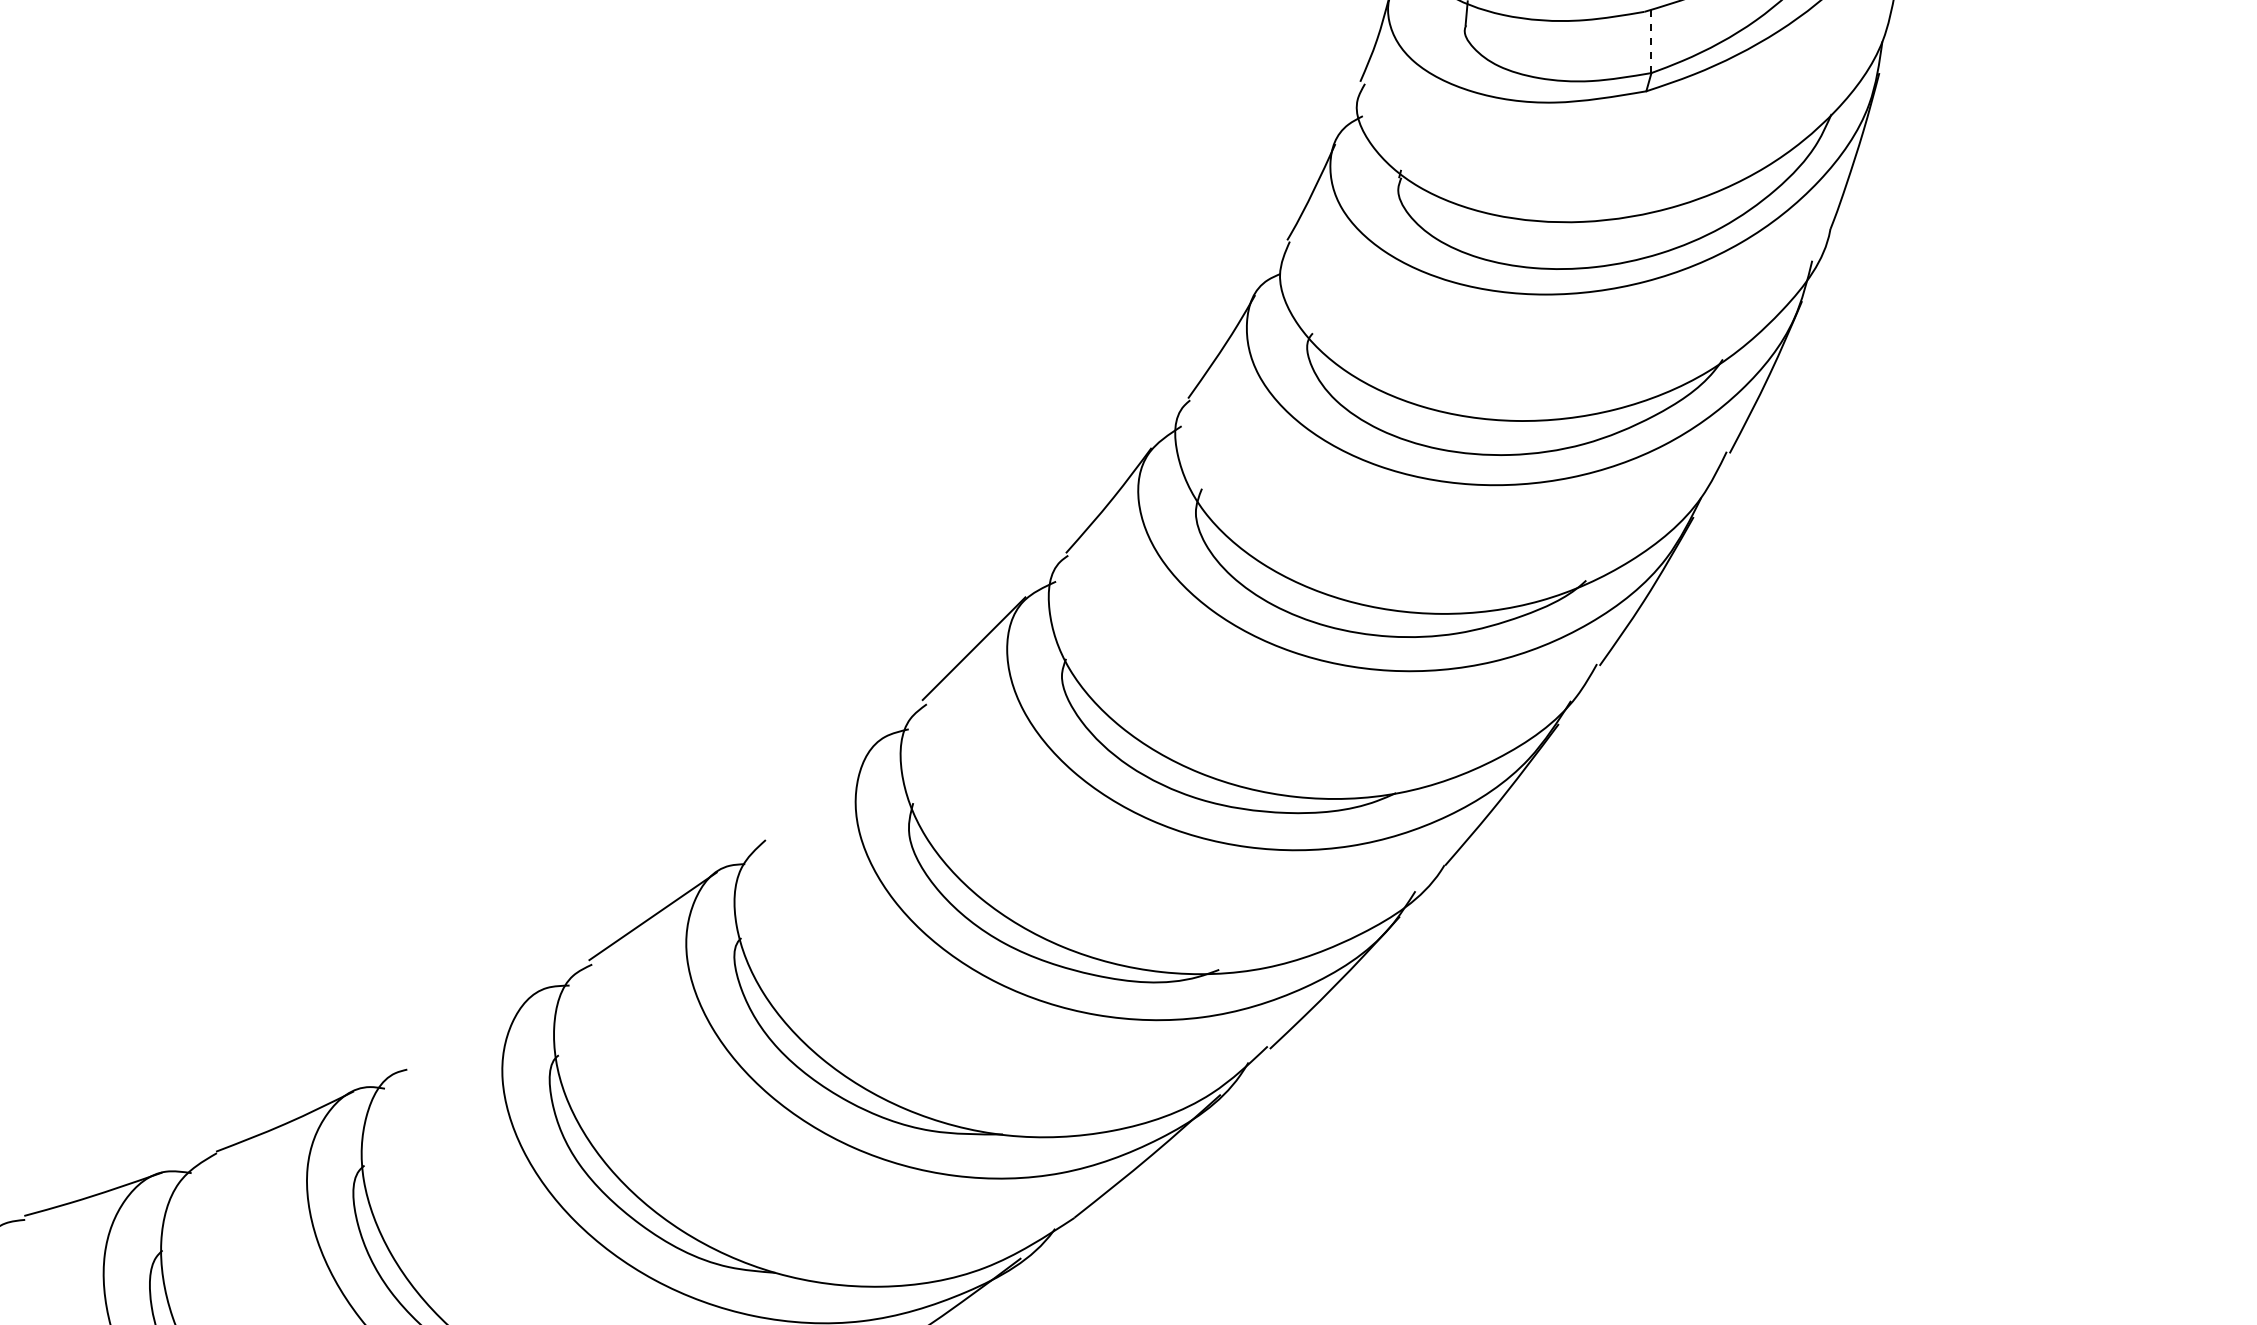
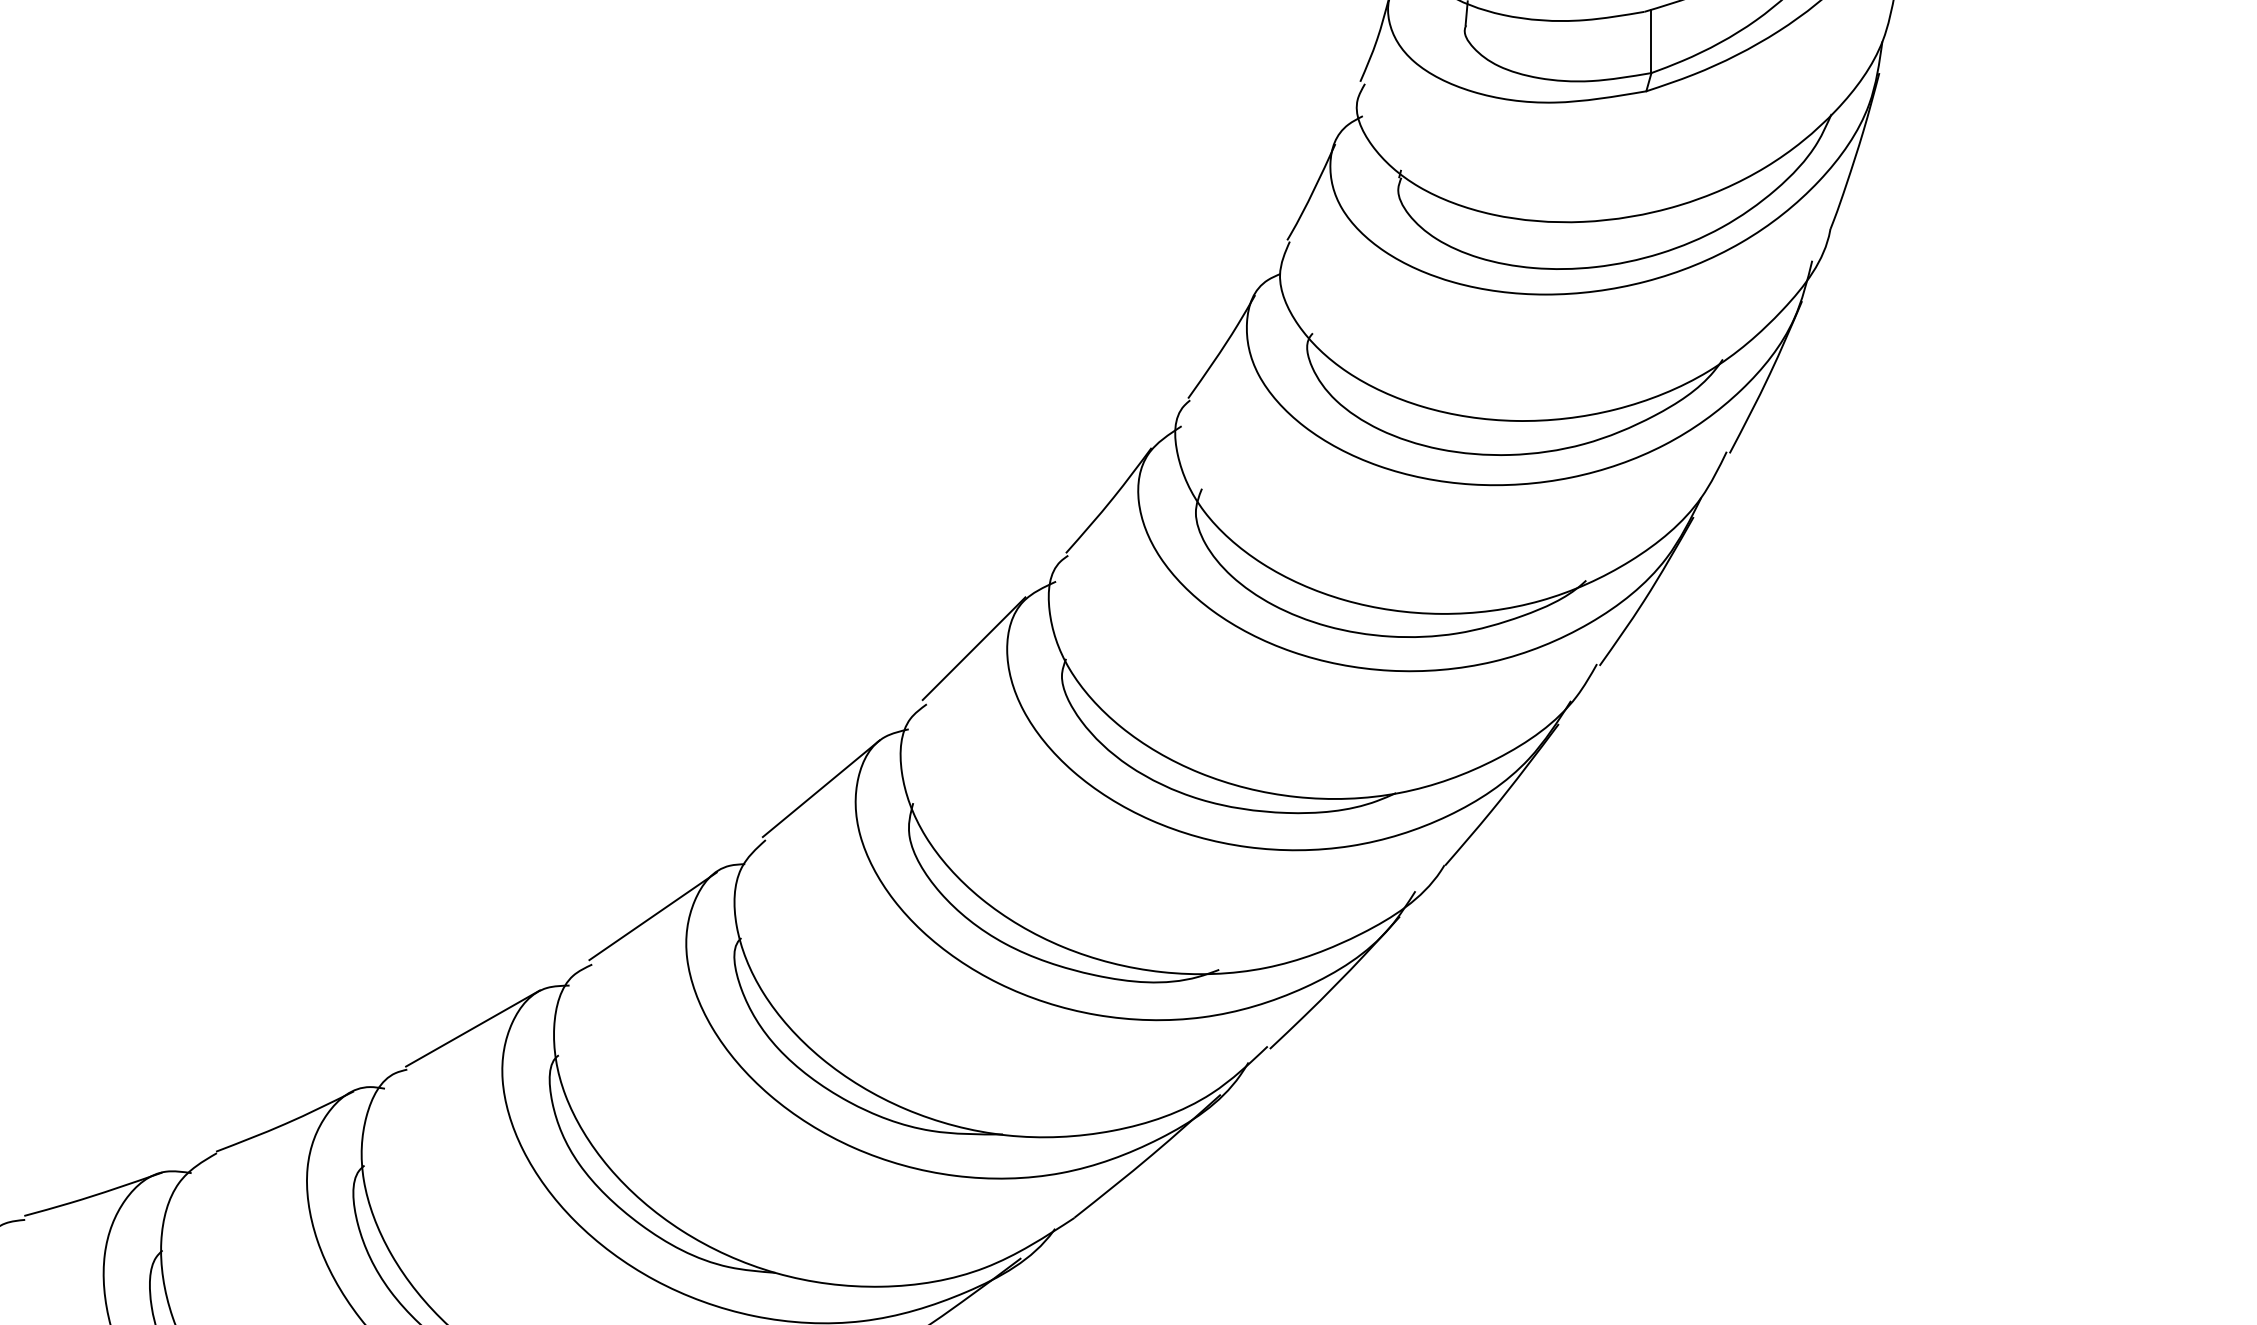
line at (1651, 41): dashed -> solid
line at (820, 788): none -> present
line at (472, 1028): none -> present
